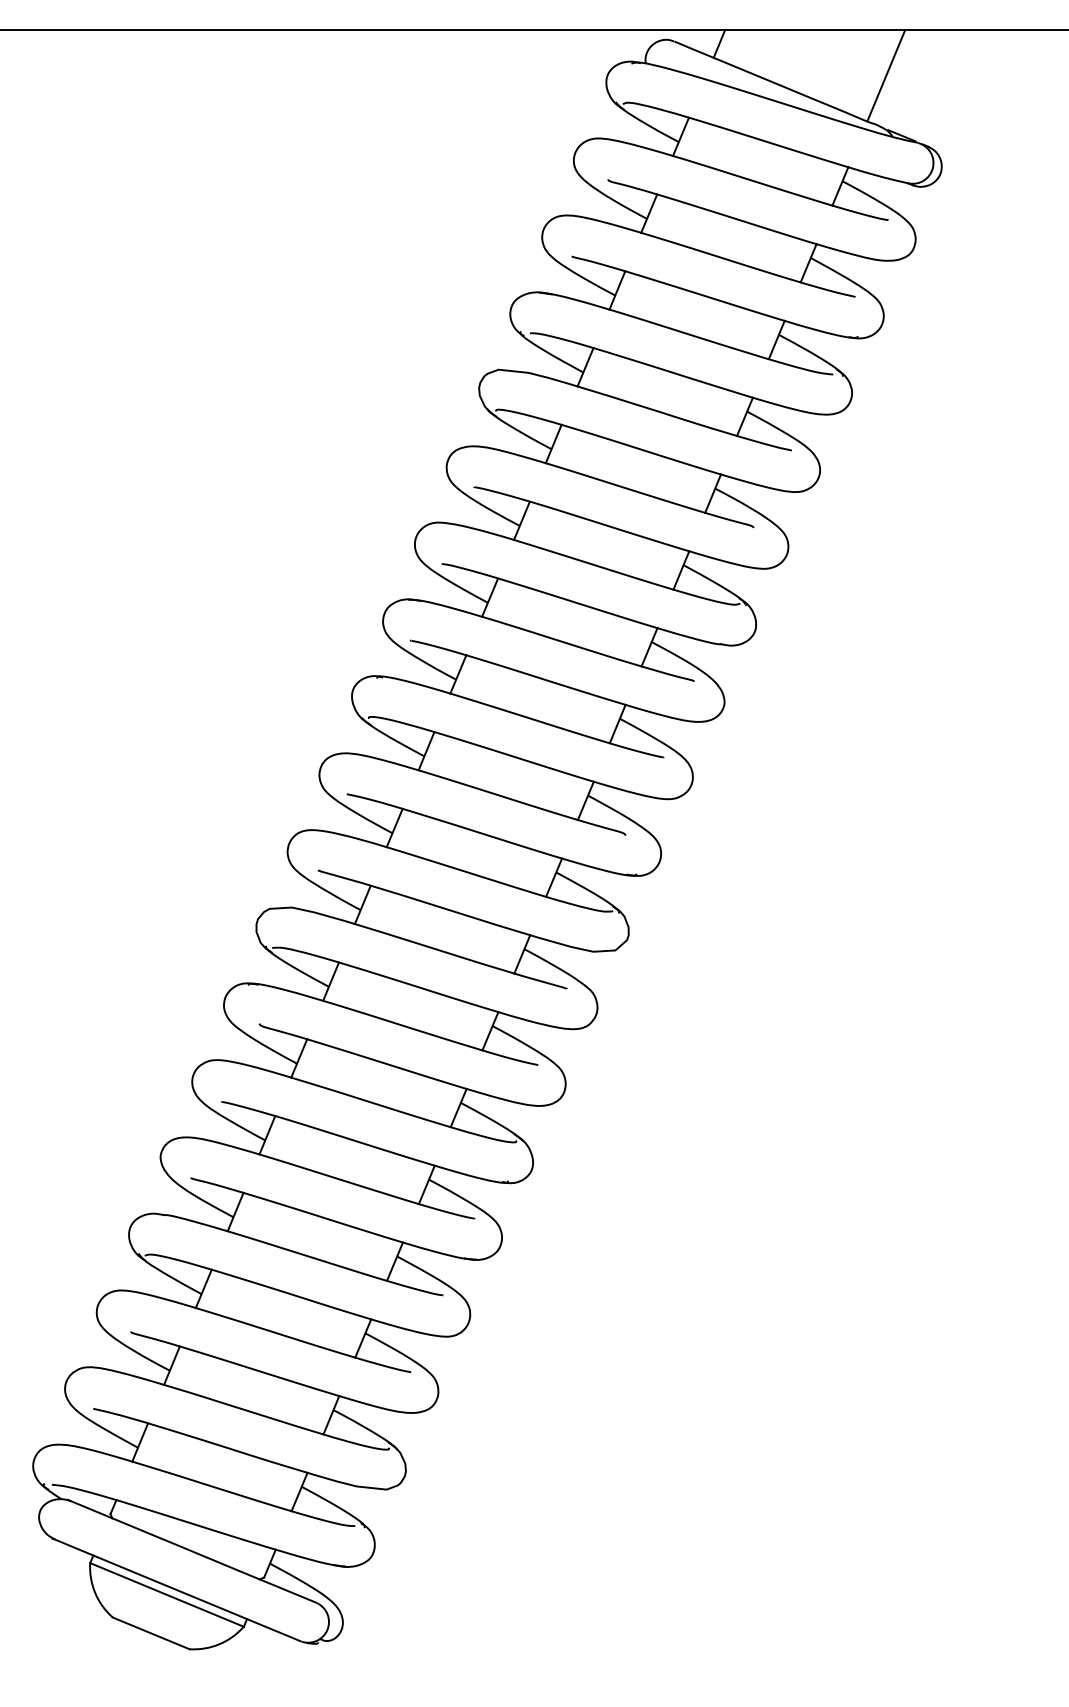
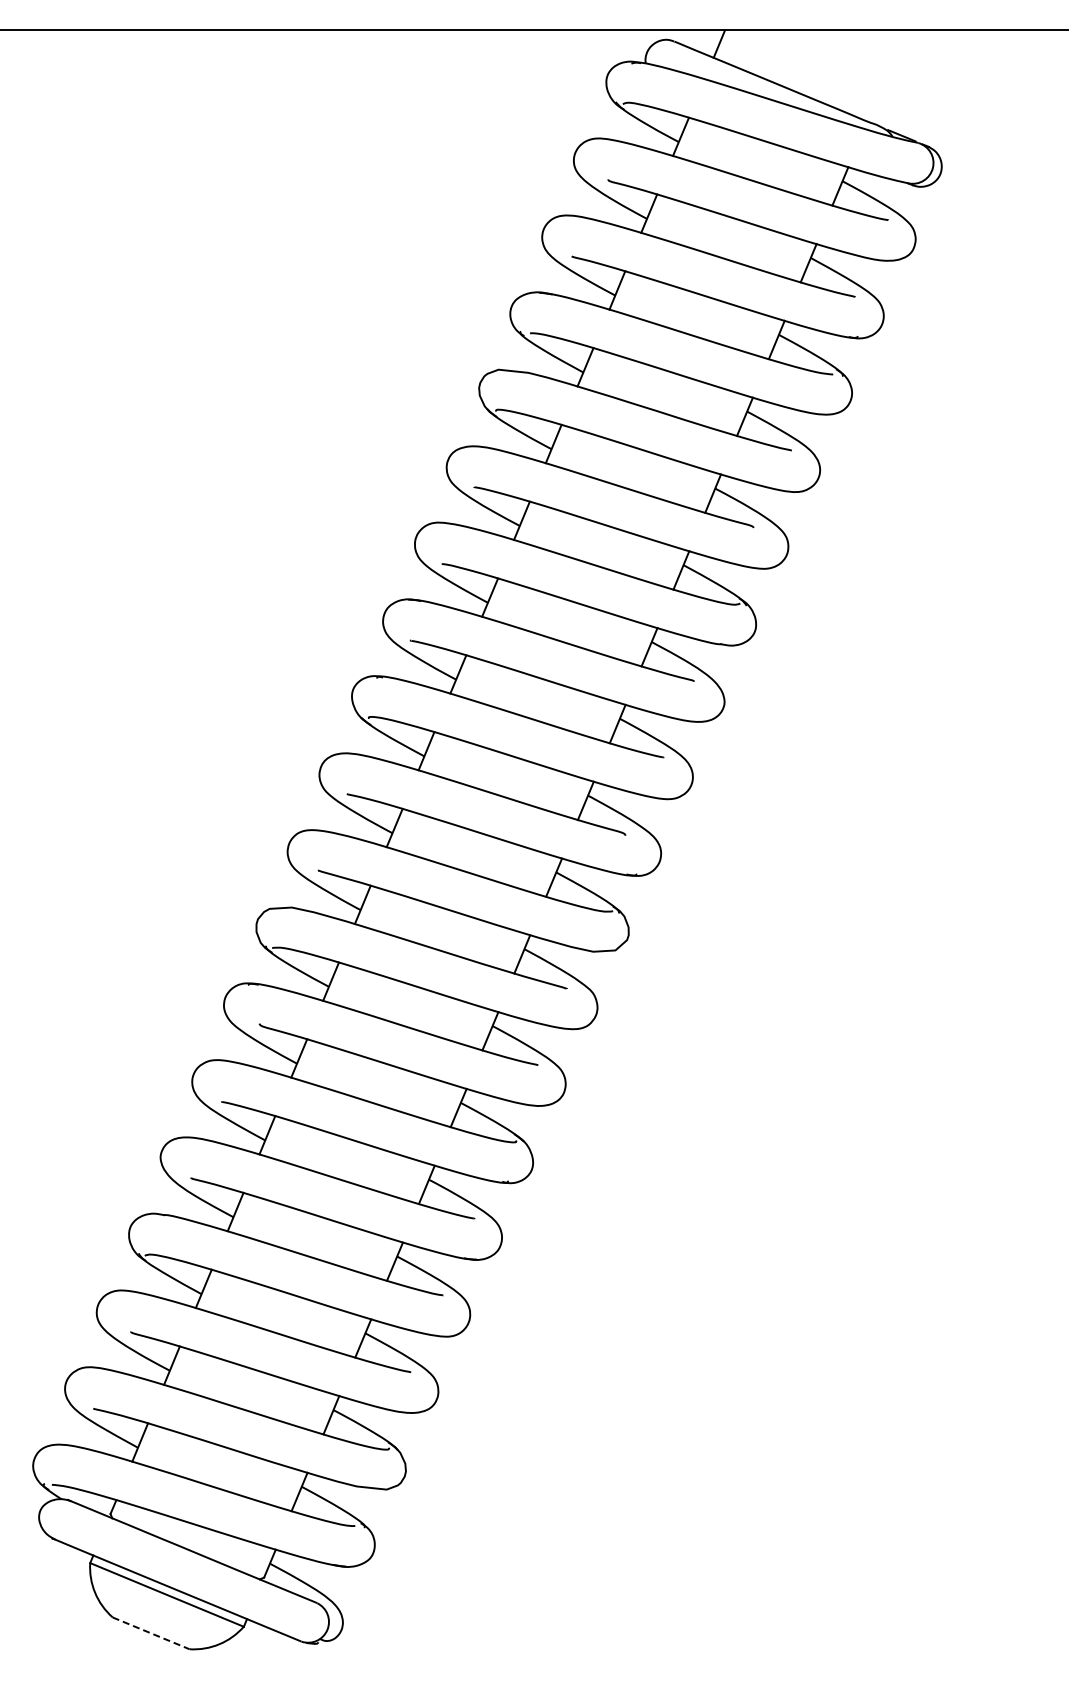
line at (886, 75): present -> none
line at (151, 1633): solid -> dashed
